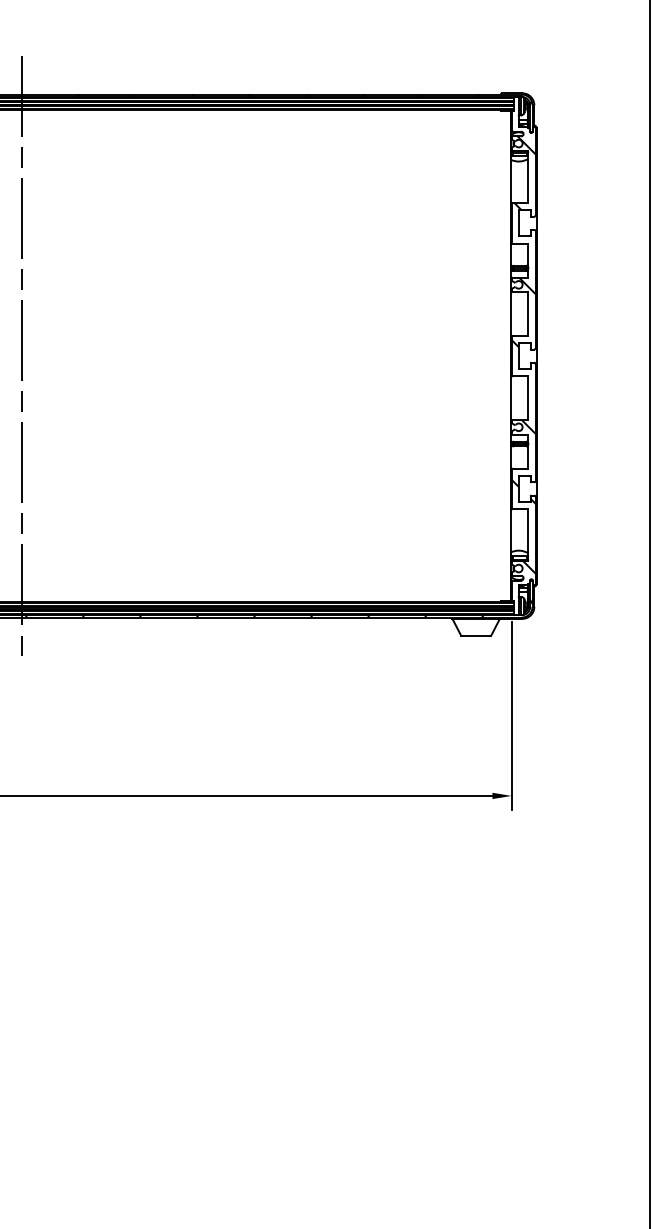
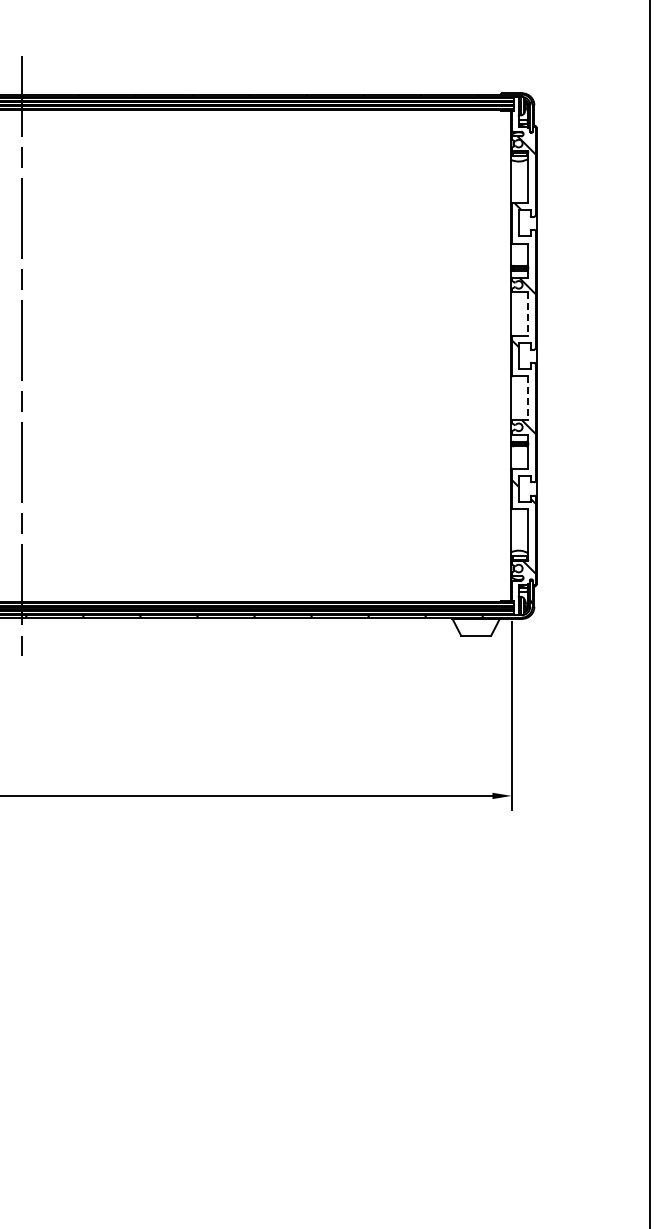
line at (528, 313): solid -> dashed
line at (528, 398): solid -> dashed
